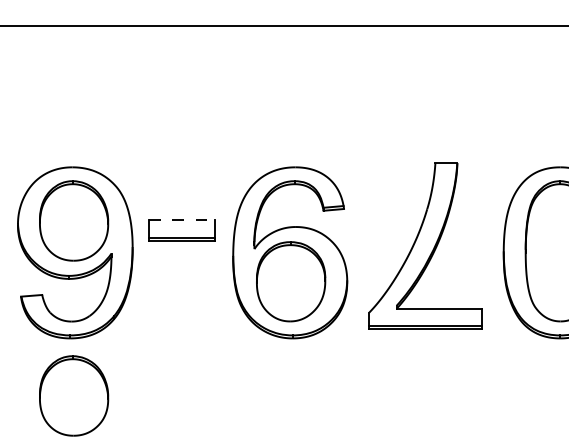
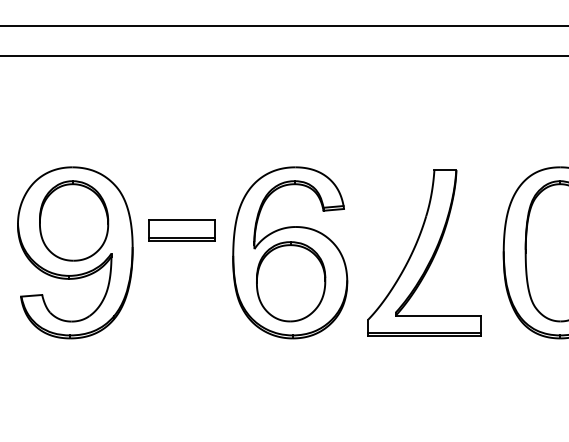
line at (283, 55): none -> present
line at (182, 220): dashed -> solid
part at (425, 245) position: (425, 245) -> (424, 252)
part at (74, 395): present -> none
